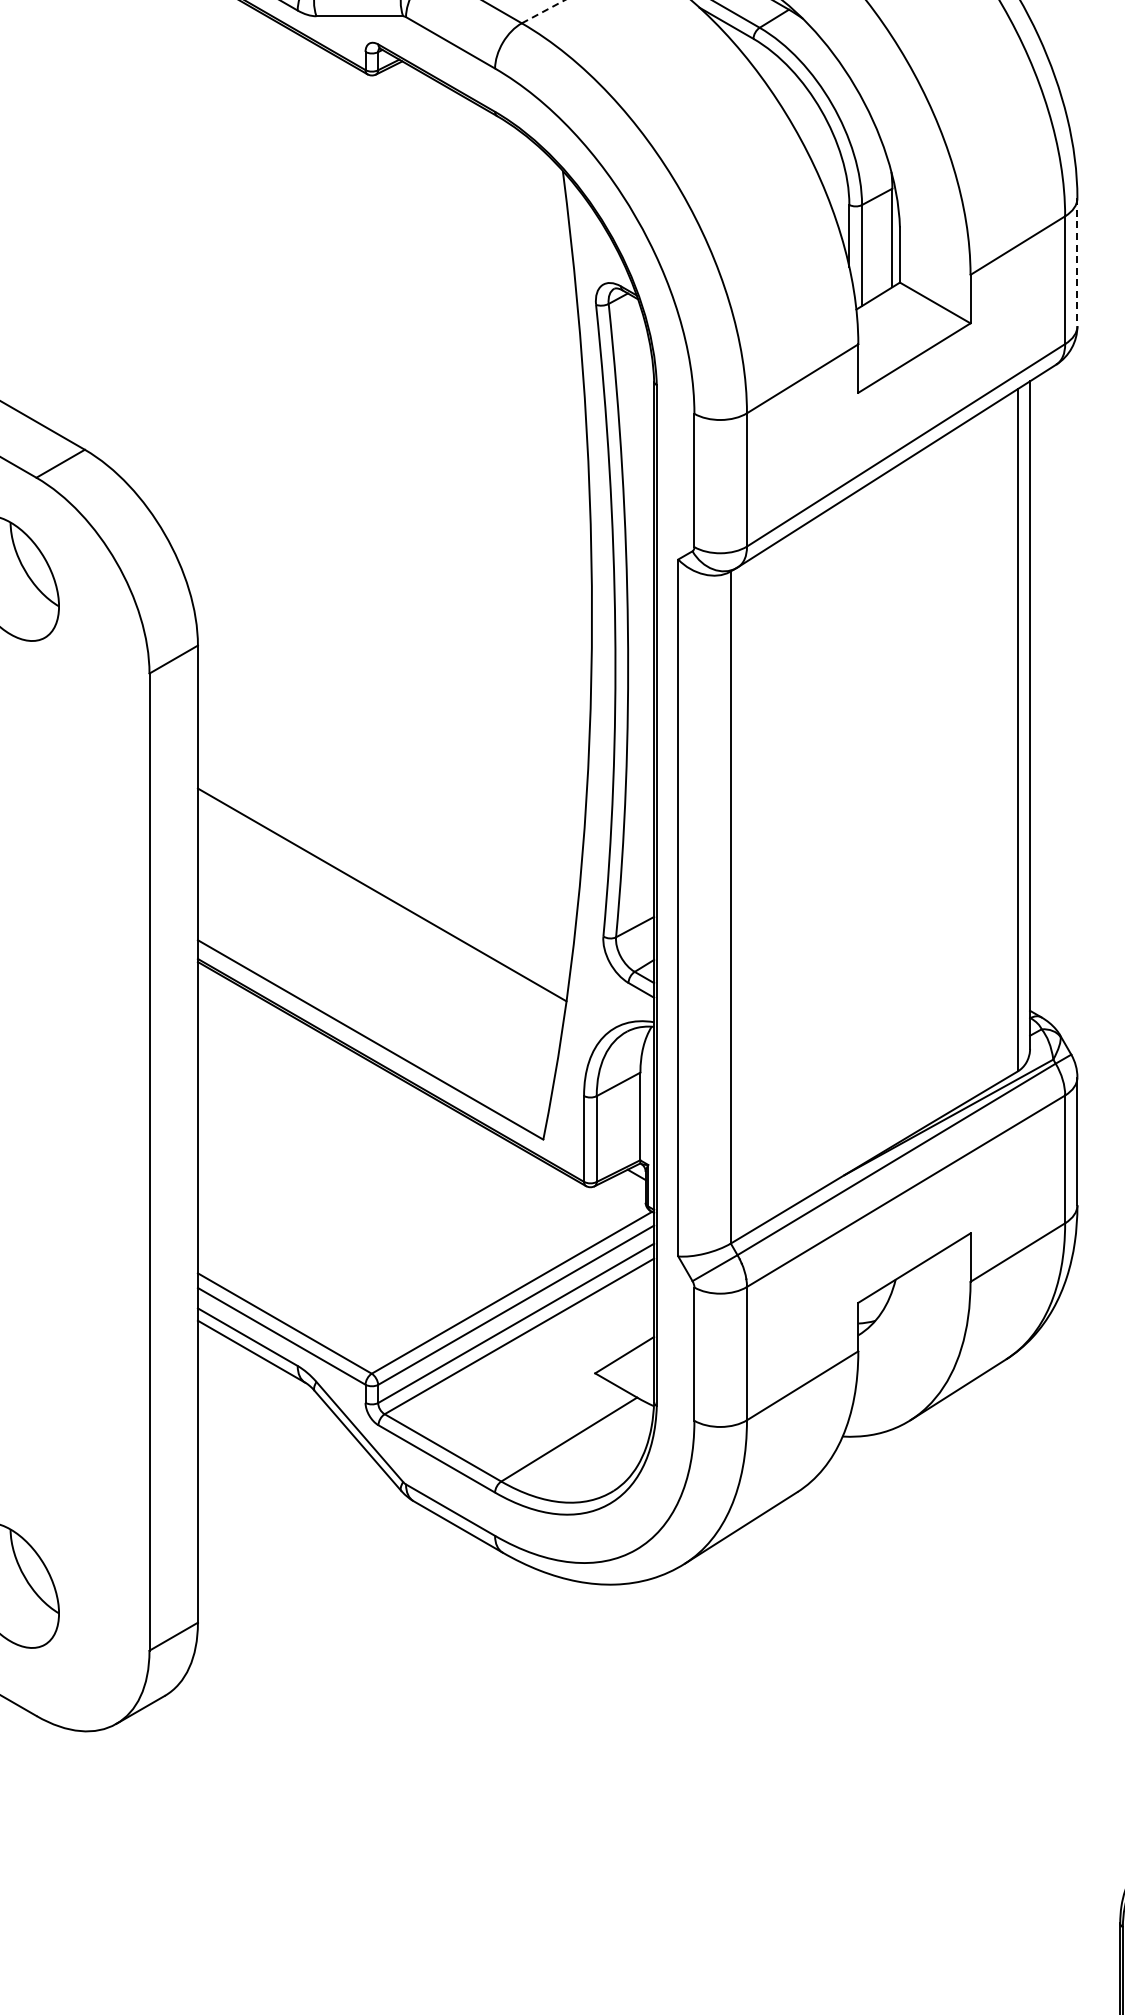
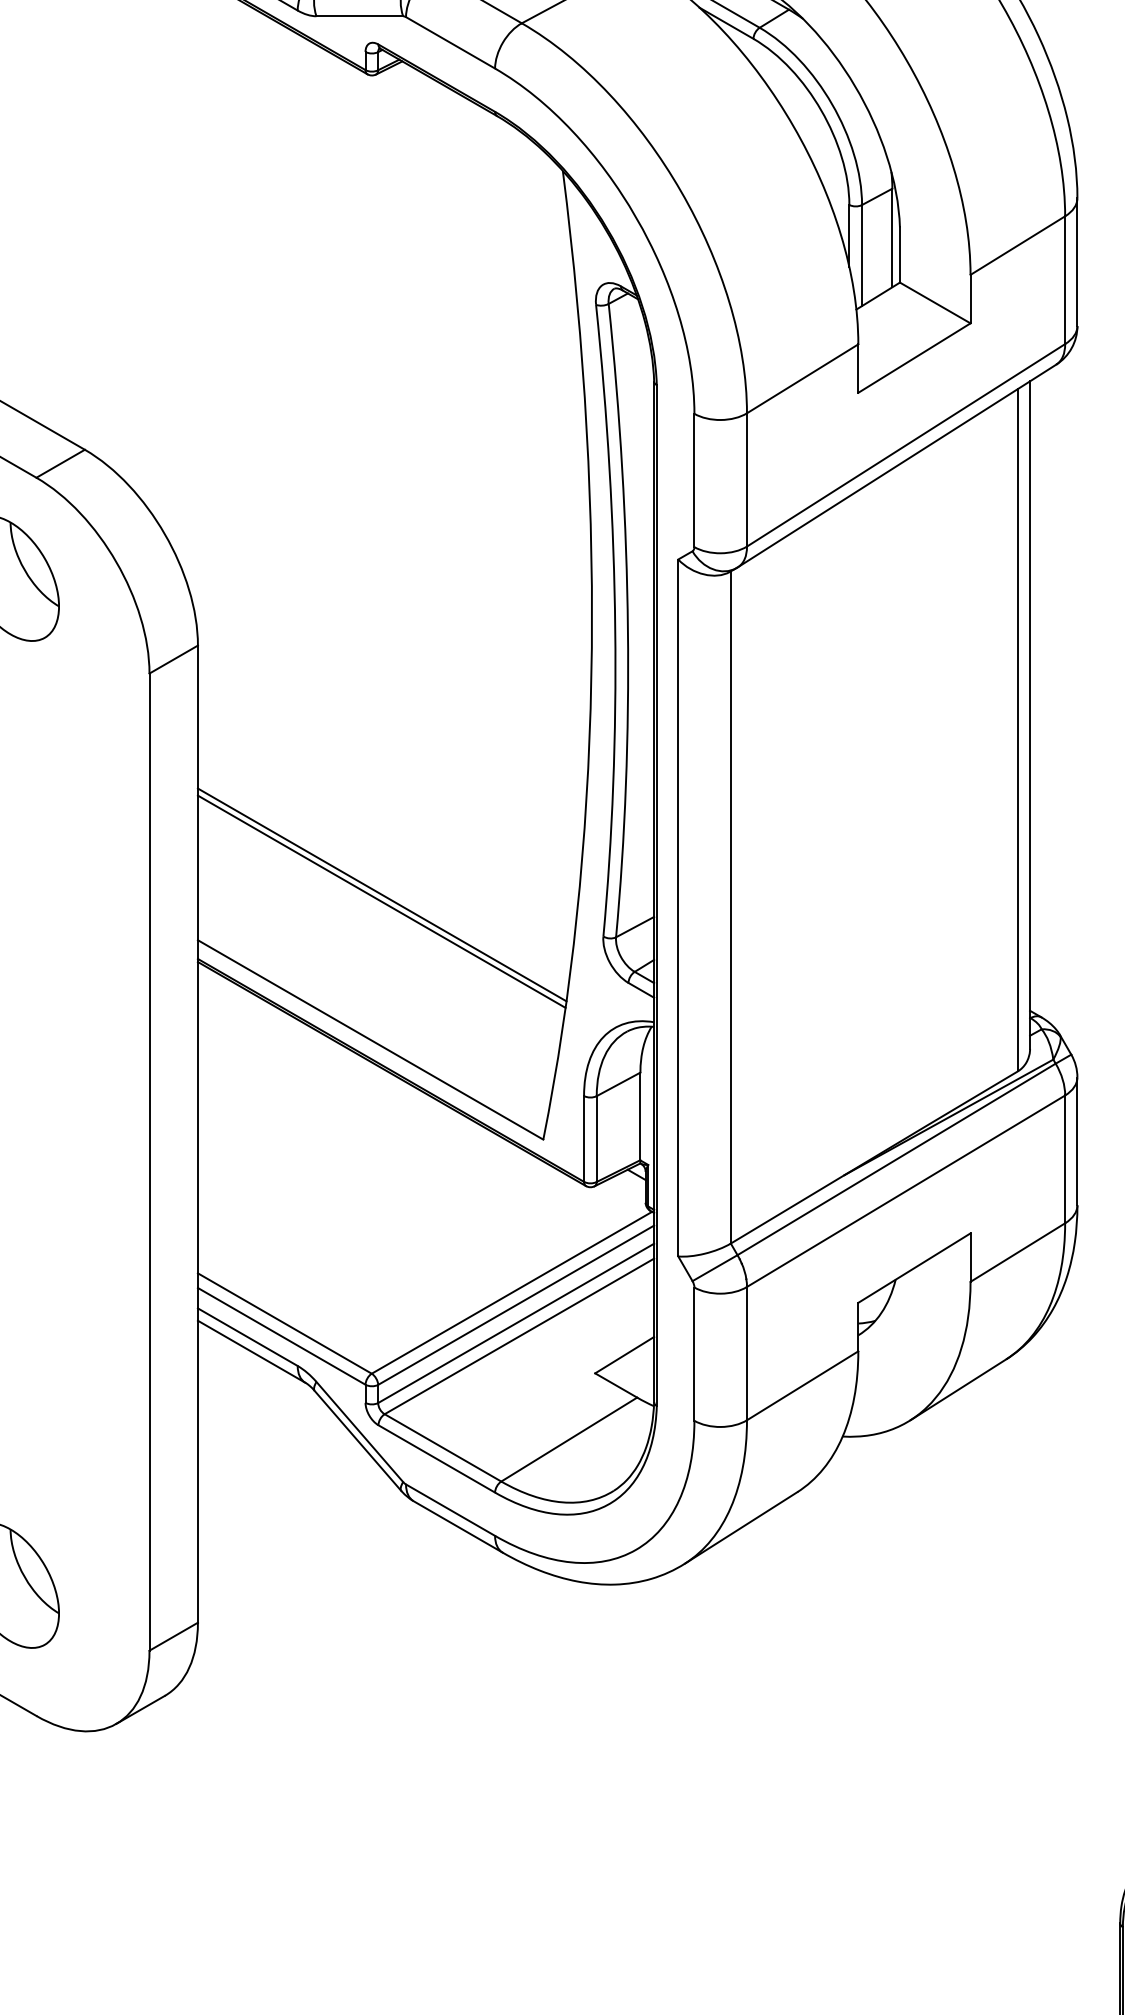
line at (543, 11): dashed -> solid
line at (1077, 262): dashed -> solid
line at (381, 901): none -> present
